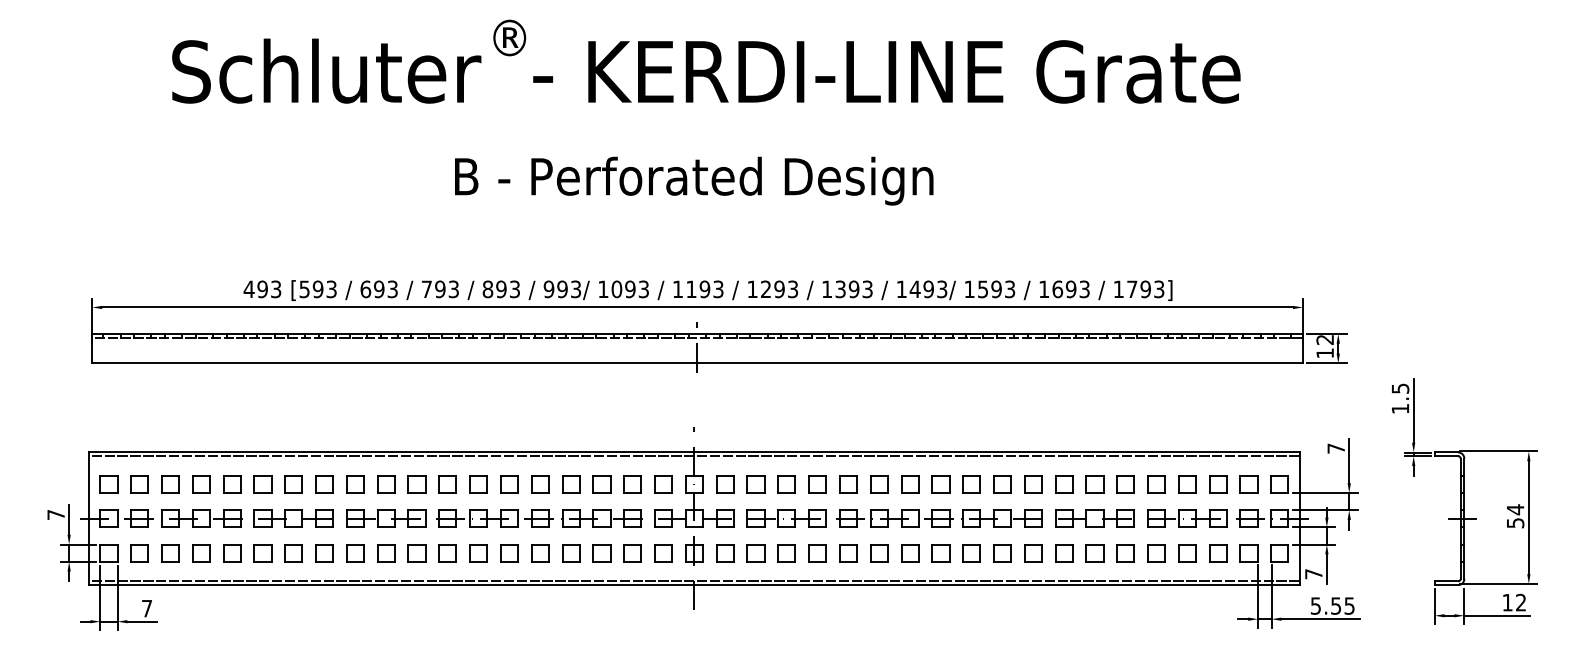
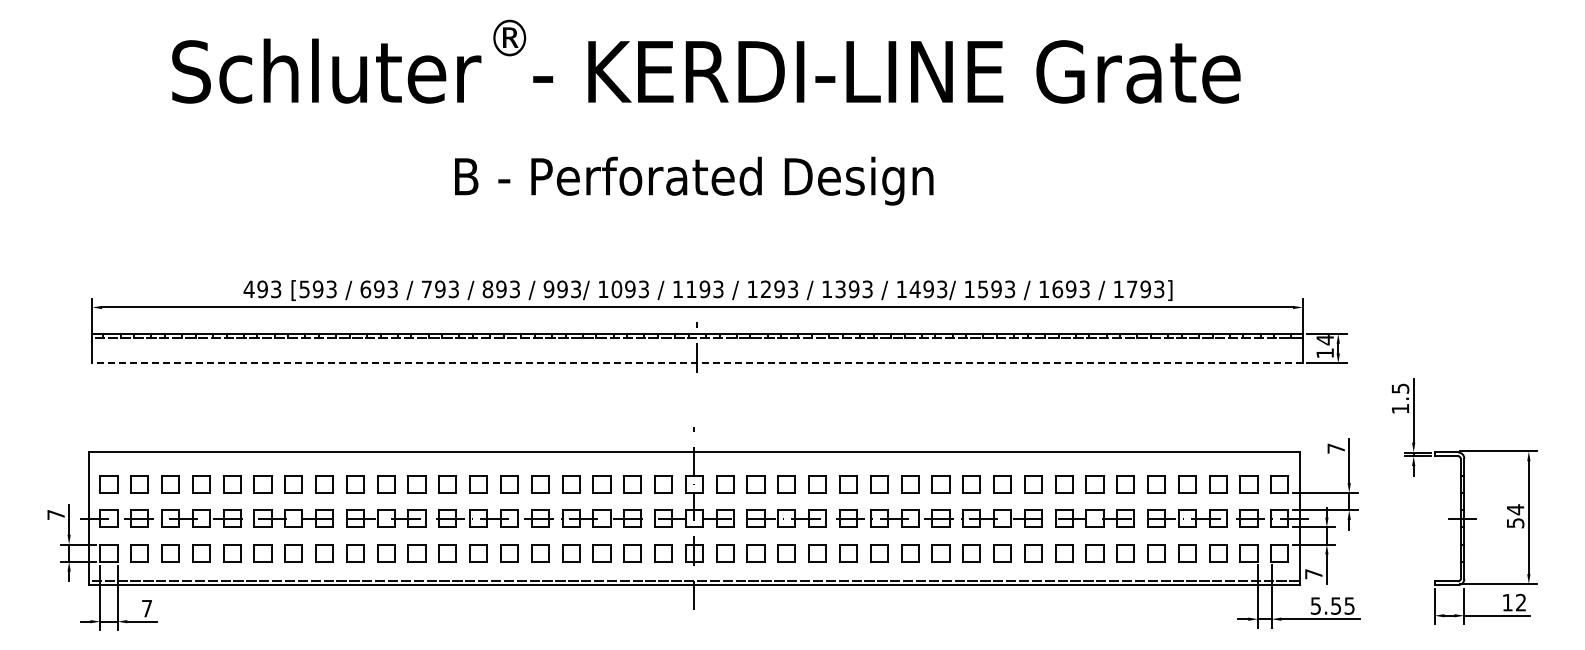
text at (1324, 340): 12 -> 14
line at (696, 363): solid -> dashed
line at (694, 456): present -> none
